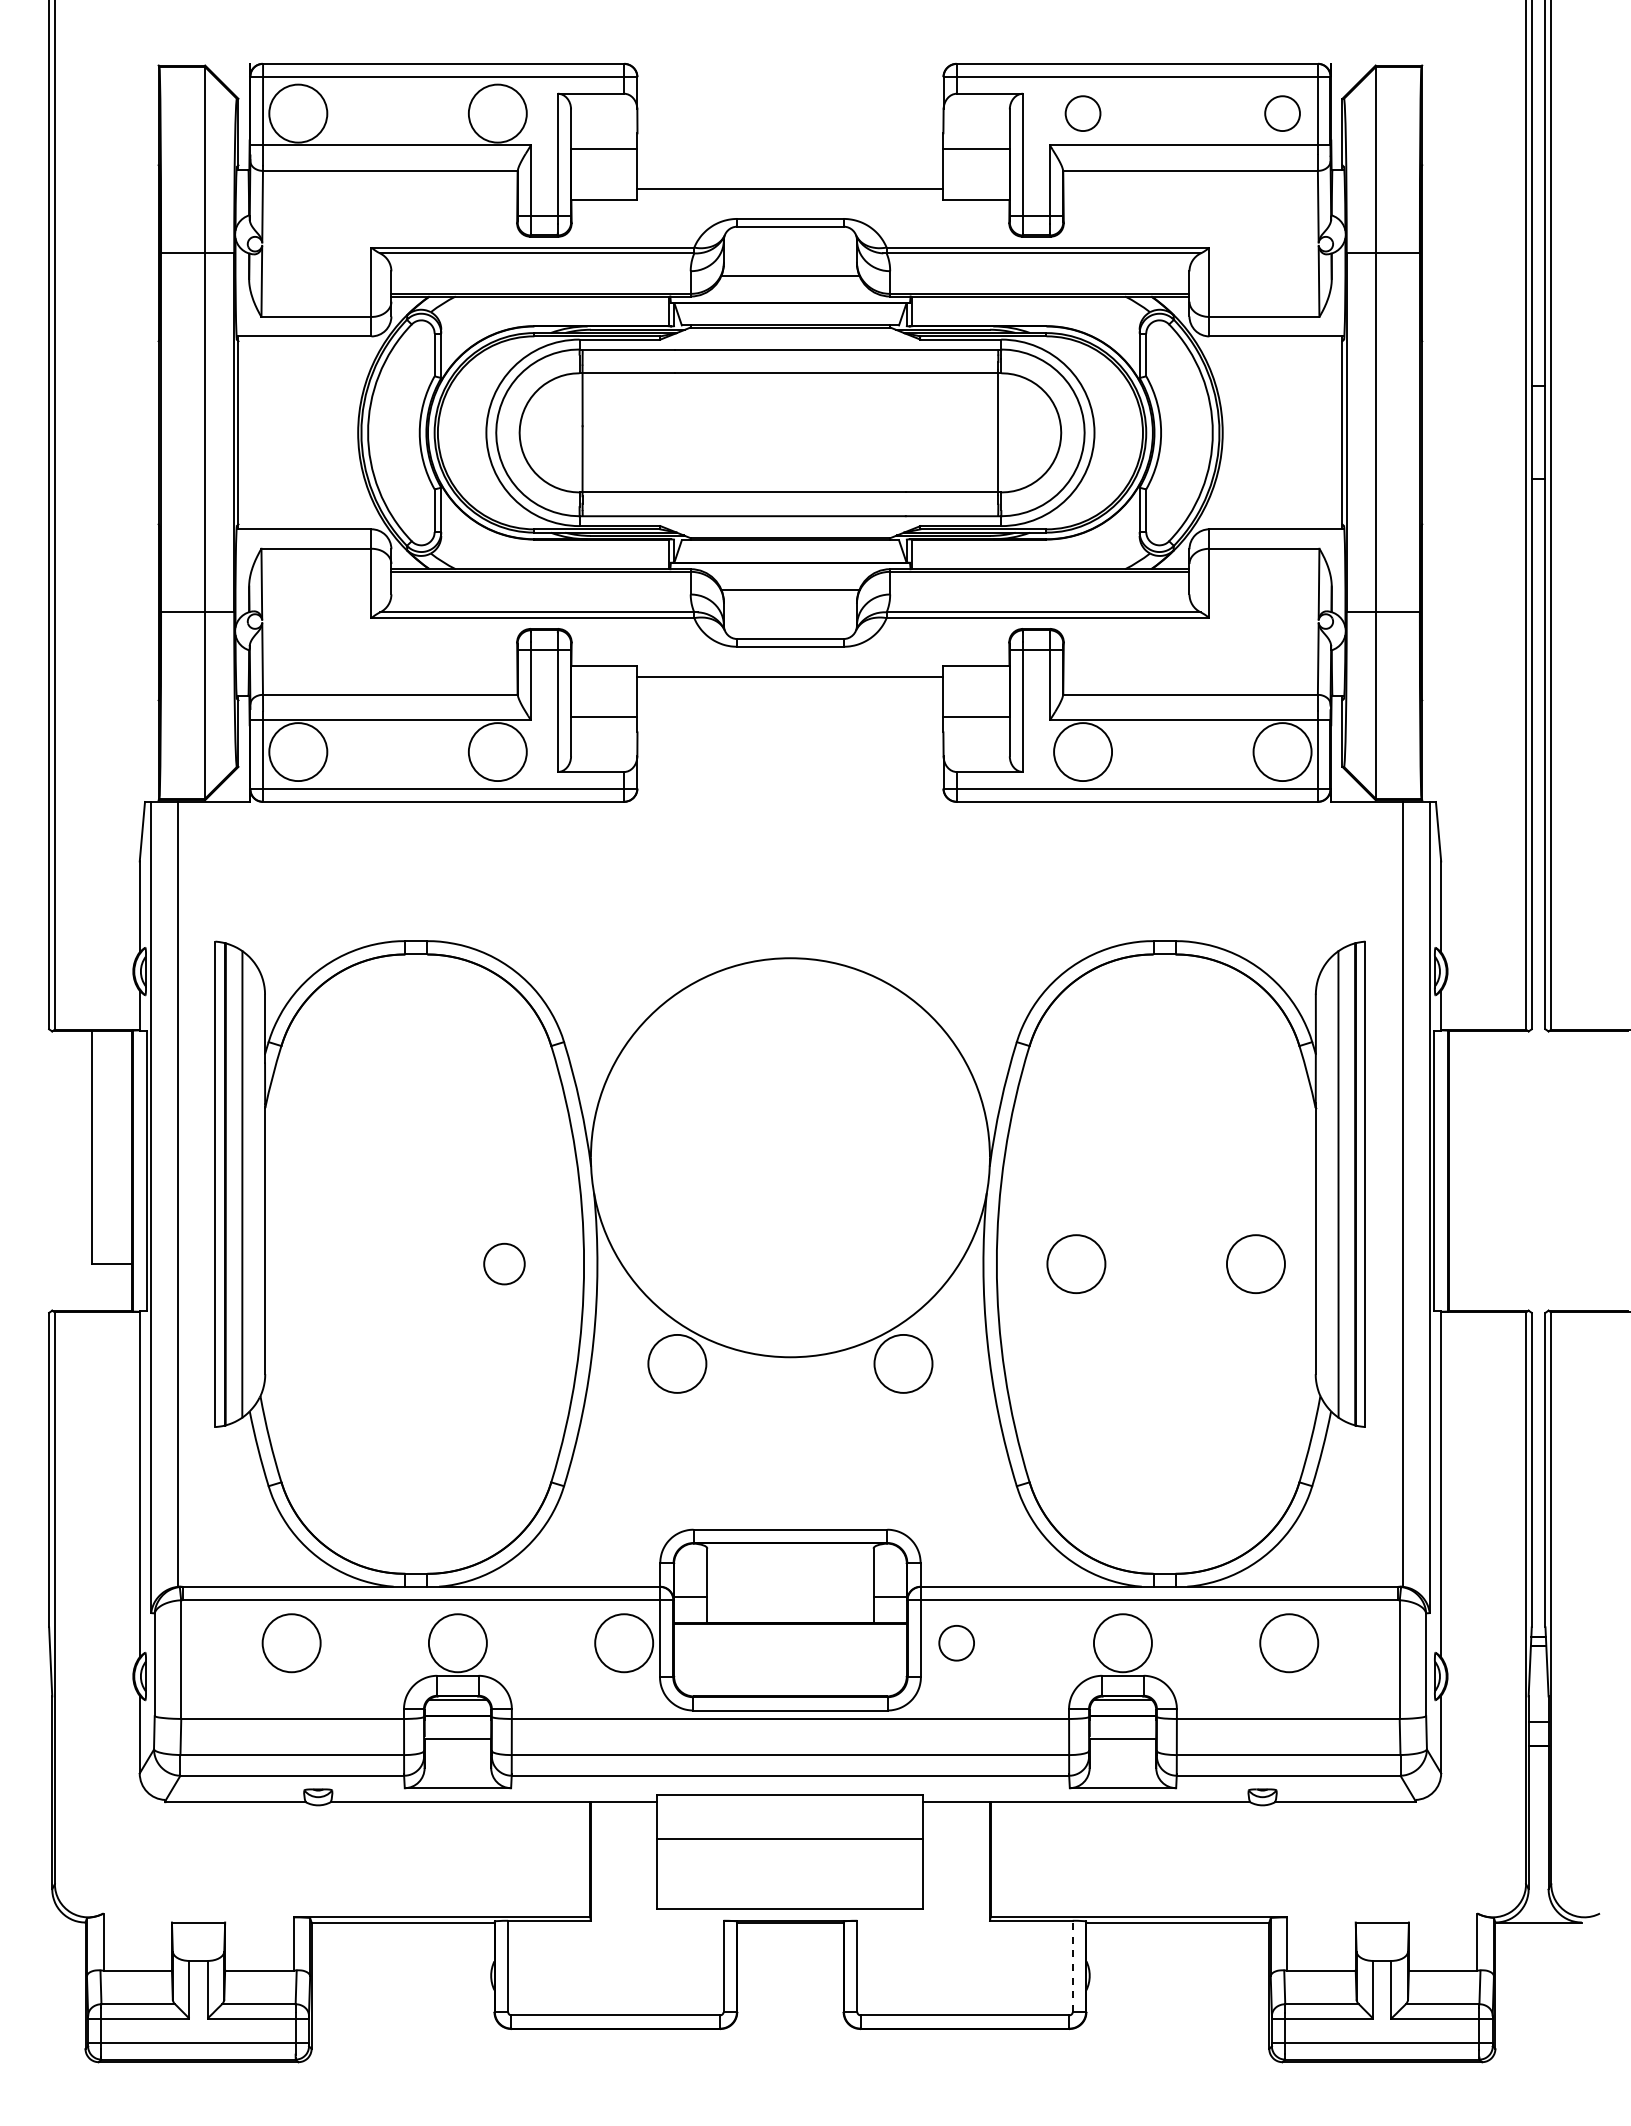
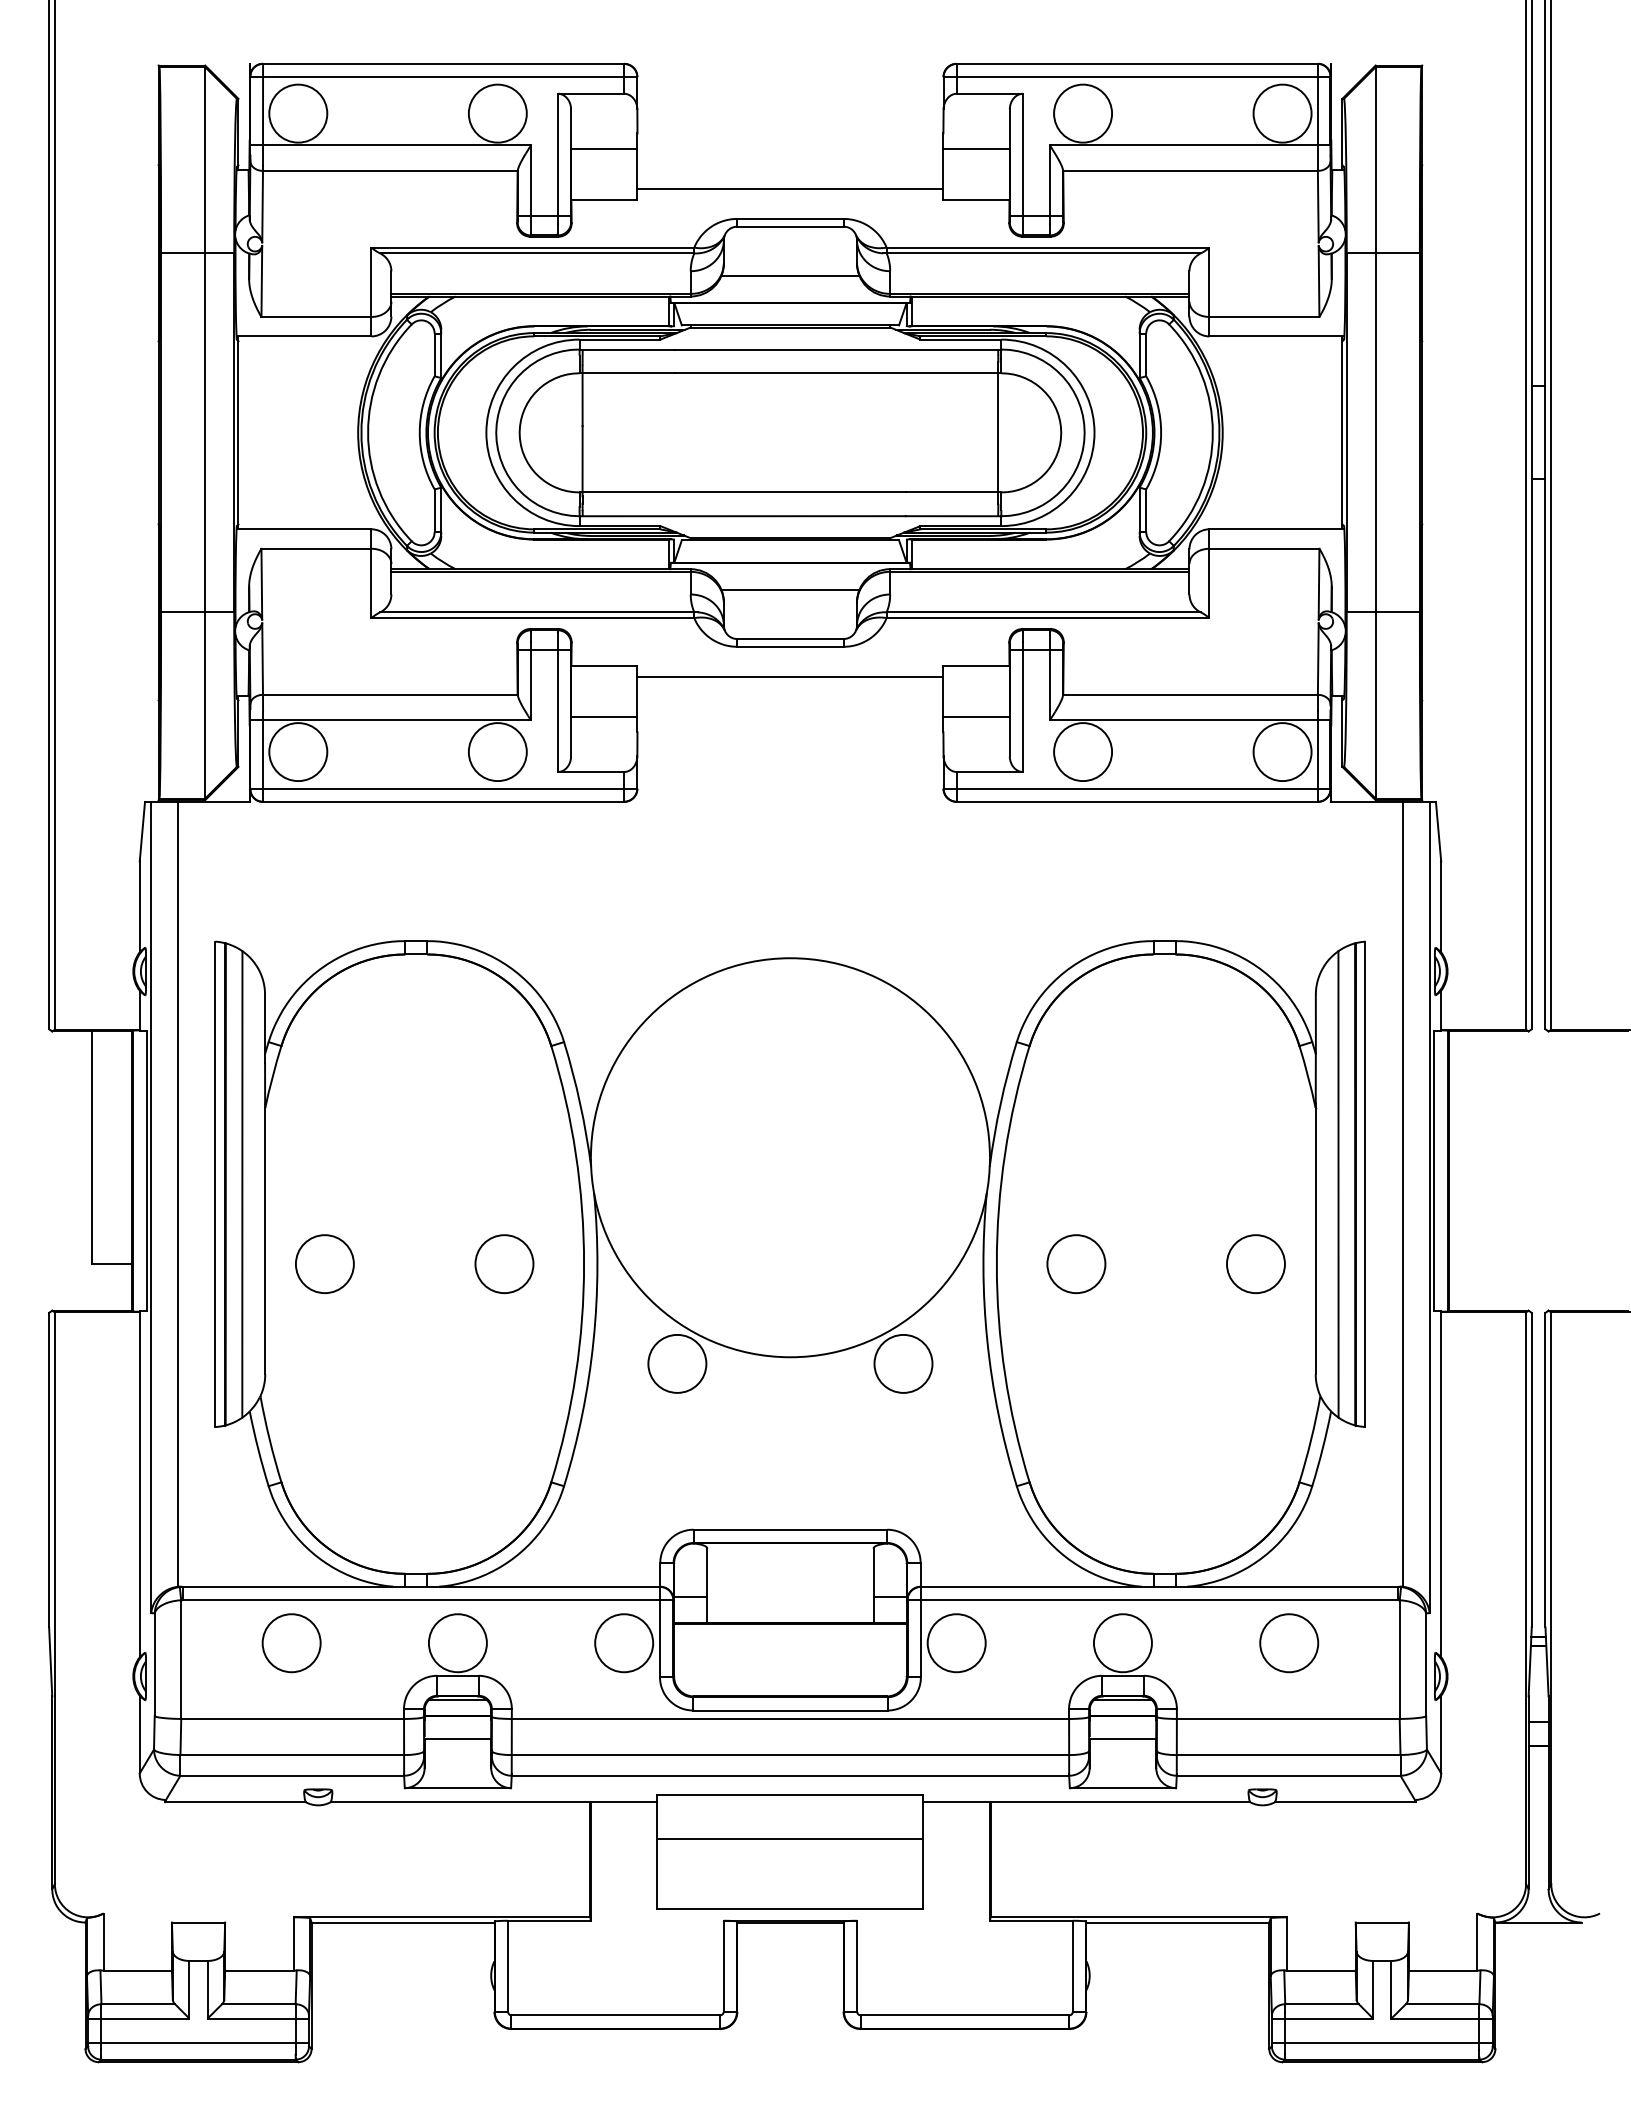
circle at (1082, 113) diameter: 35 px -> 58 px
circle at (1282, 113) diameter: 35 px -> 58 px
circle at (324, 1263): none -> present
circle at (504, 1263) size: 43x44 px -> 61x60 px
circle at (956, 1642) diameter: 35 px -> 58 px
line at (1072, 1966): dashed -> solid
